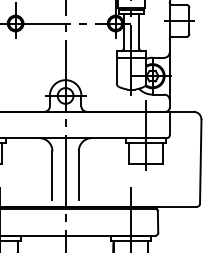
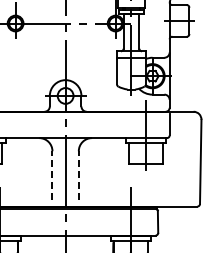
line at (52, 175): solid -> dashed
line at (78, 175): solid -> dashed
